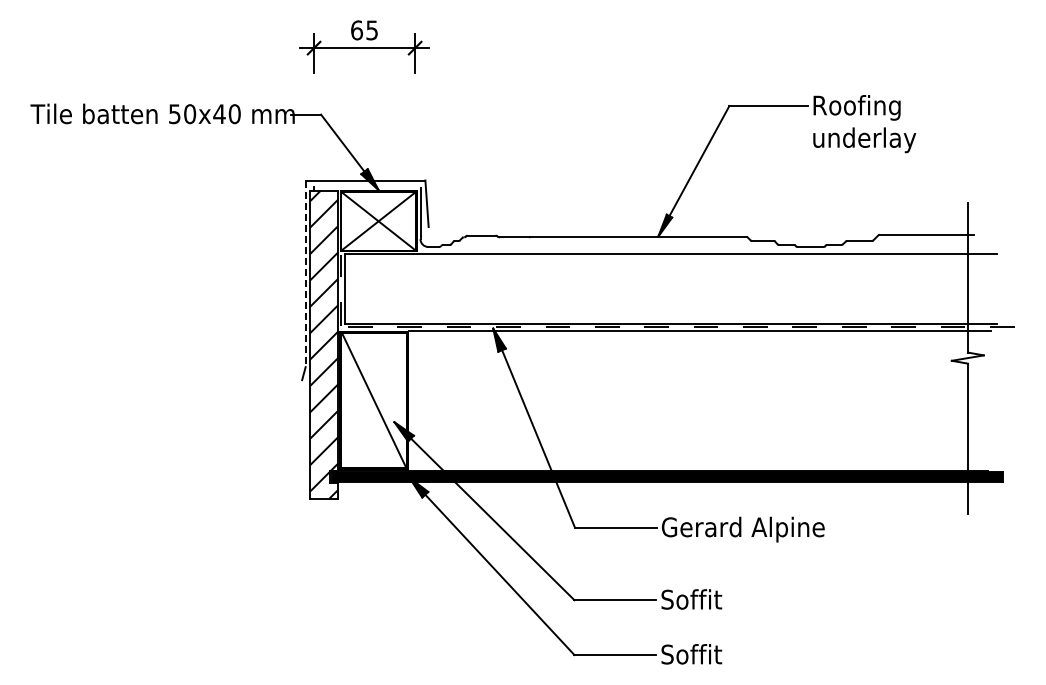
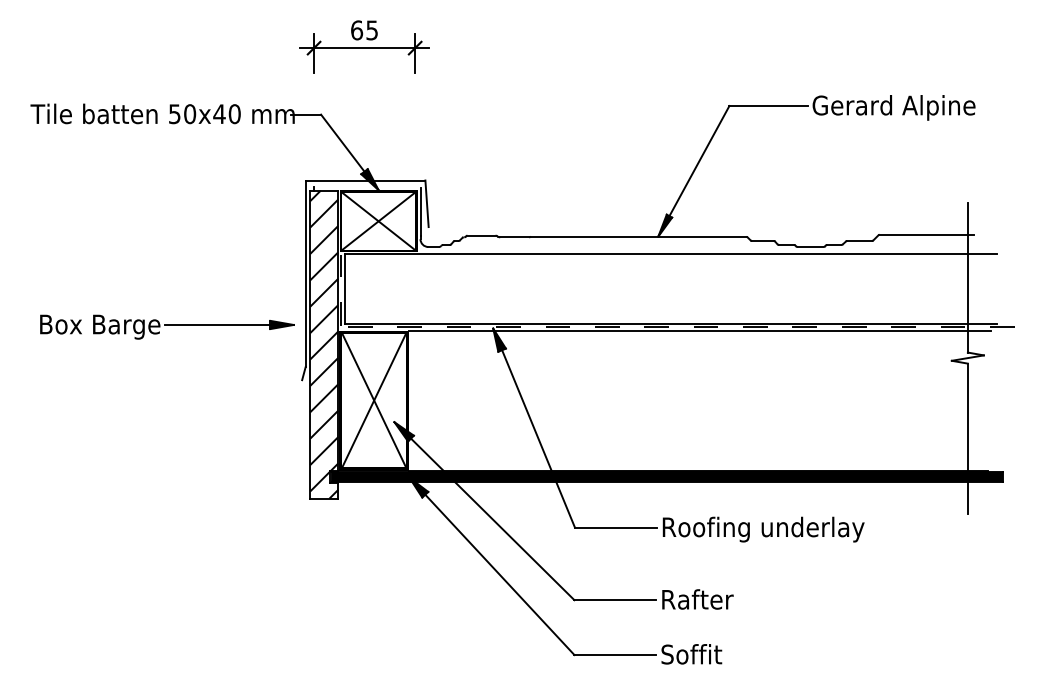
text at (893, 124): Roofing underlay -> Gerard Alpine
line at (305, 274): dashed -> solid
part at (167, 326): none -> present
line at (374, 400): none -> present
text at (762, 529): Gerard Alpine -> Roofing underlay
text at (697, 599): Soffit -> Rafter
